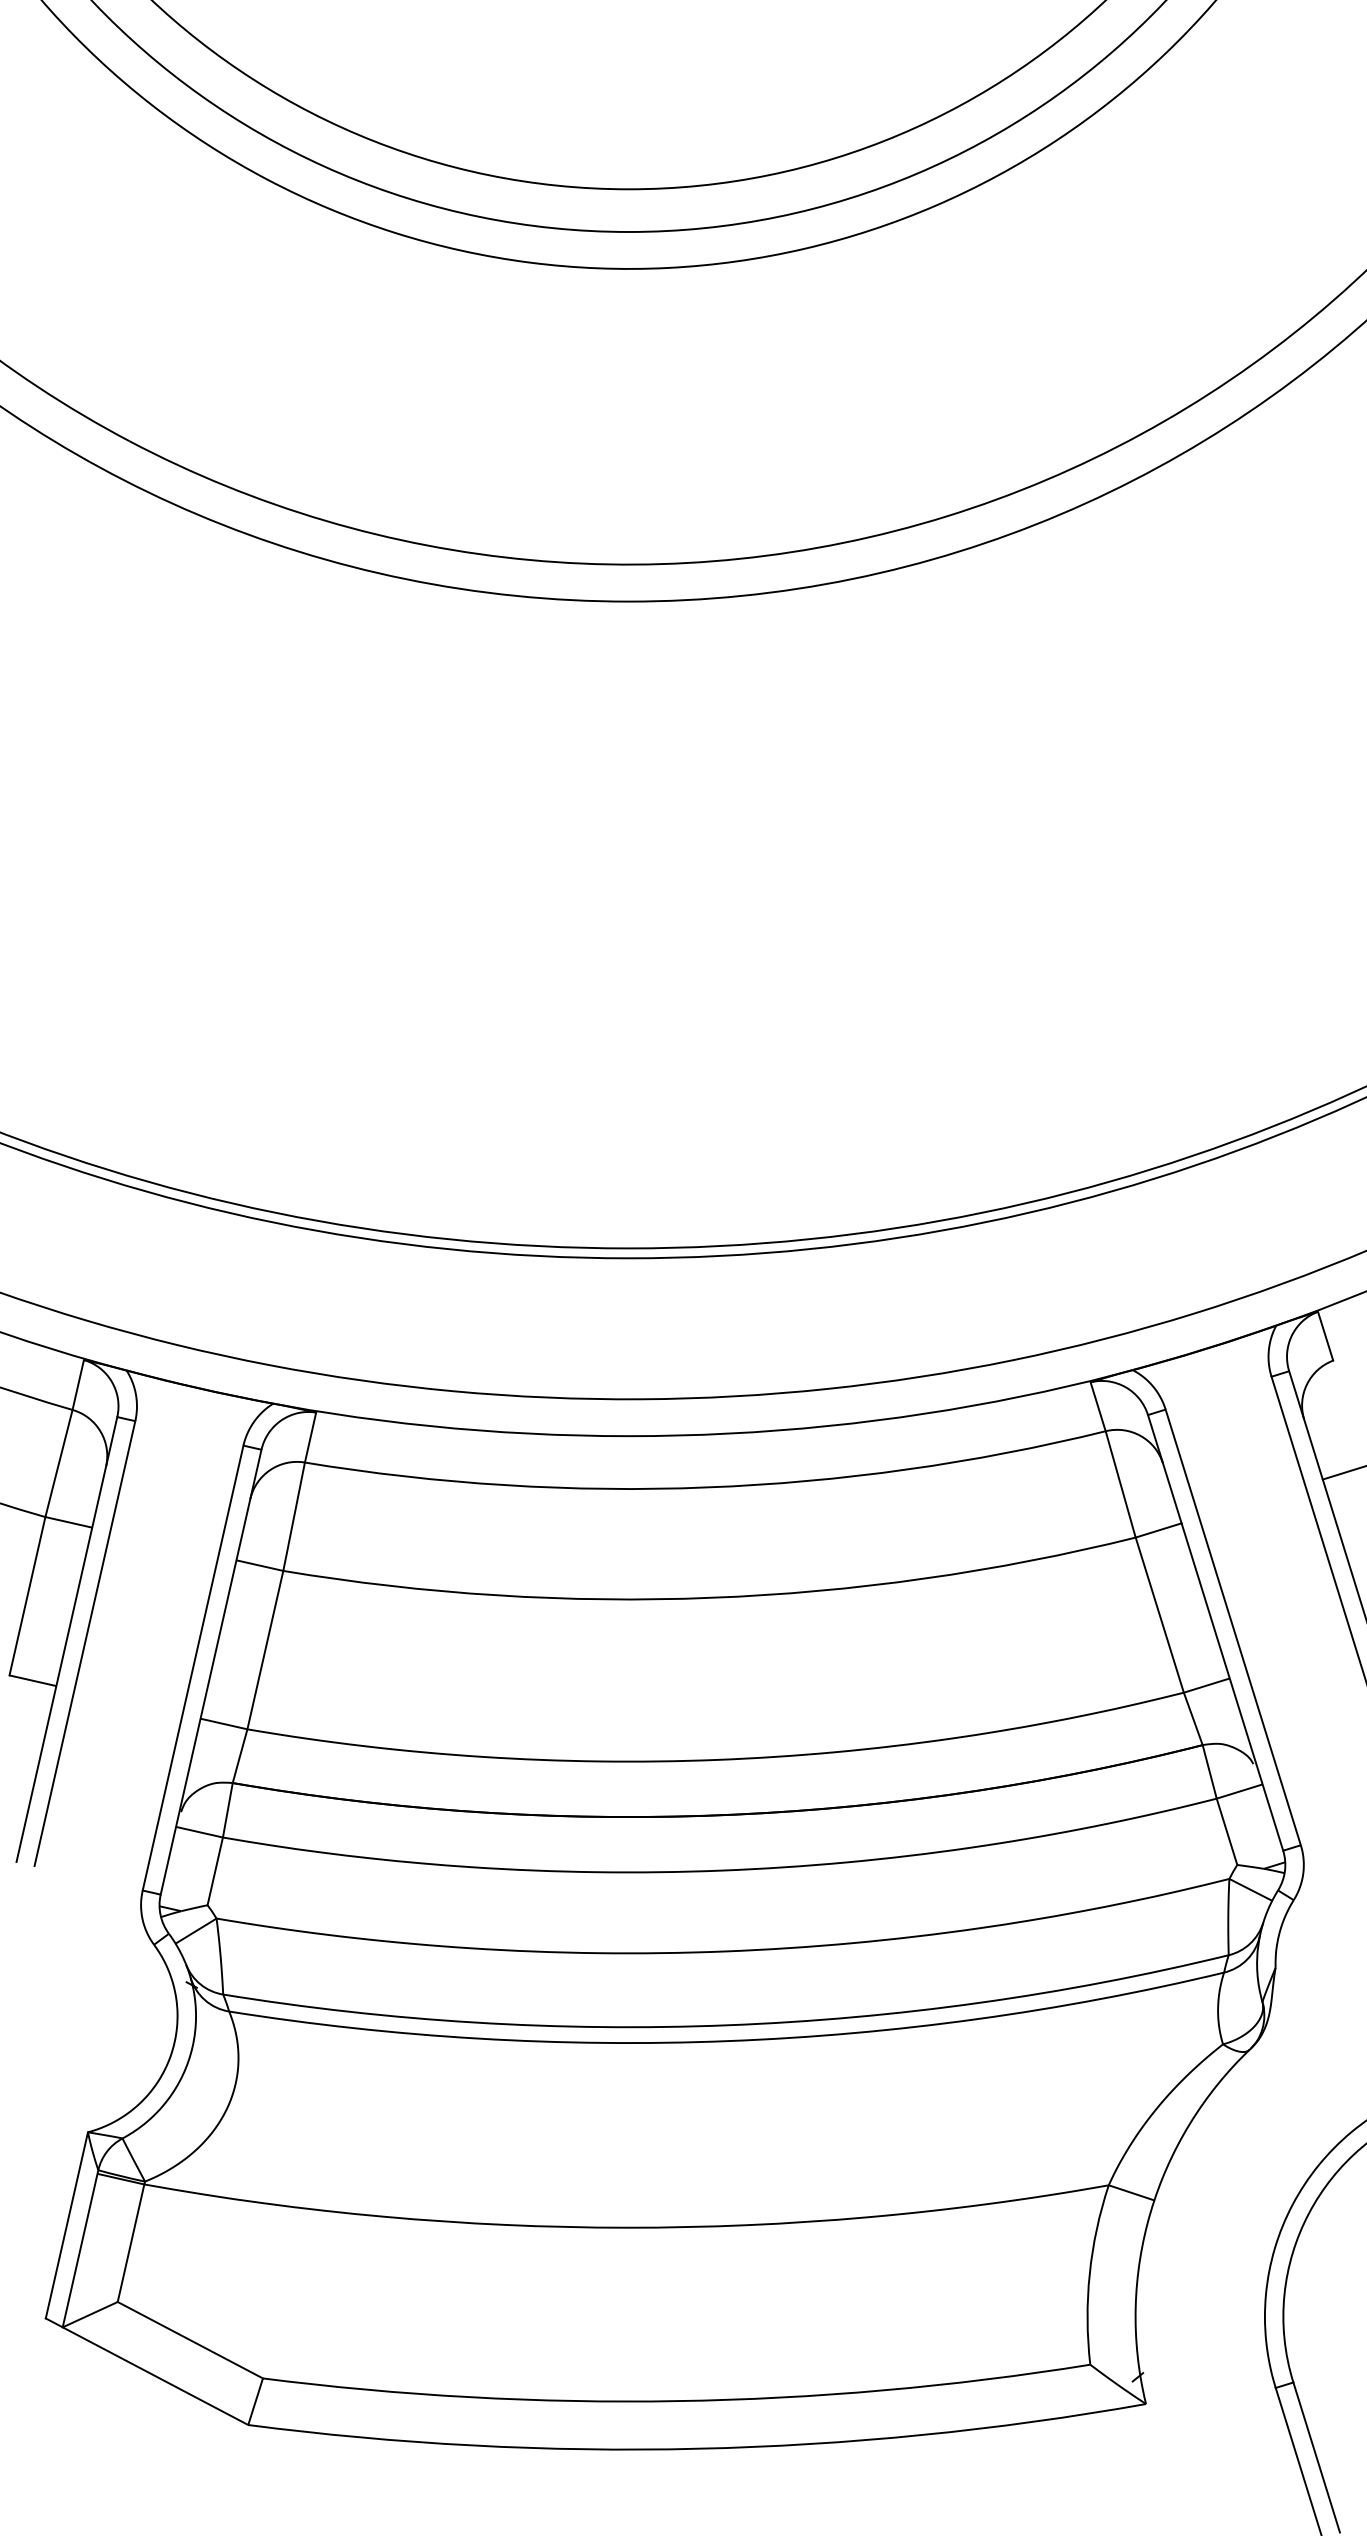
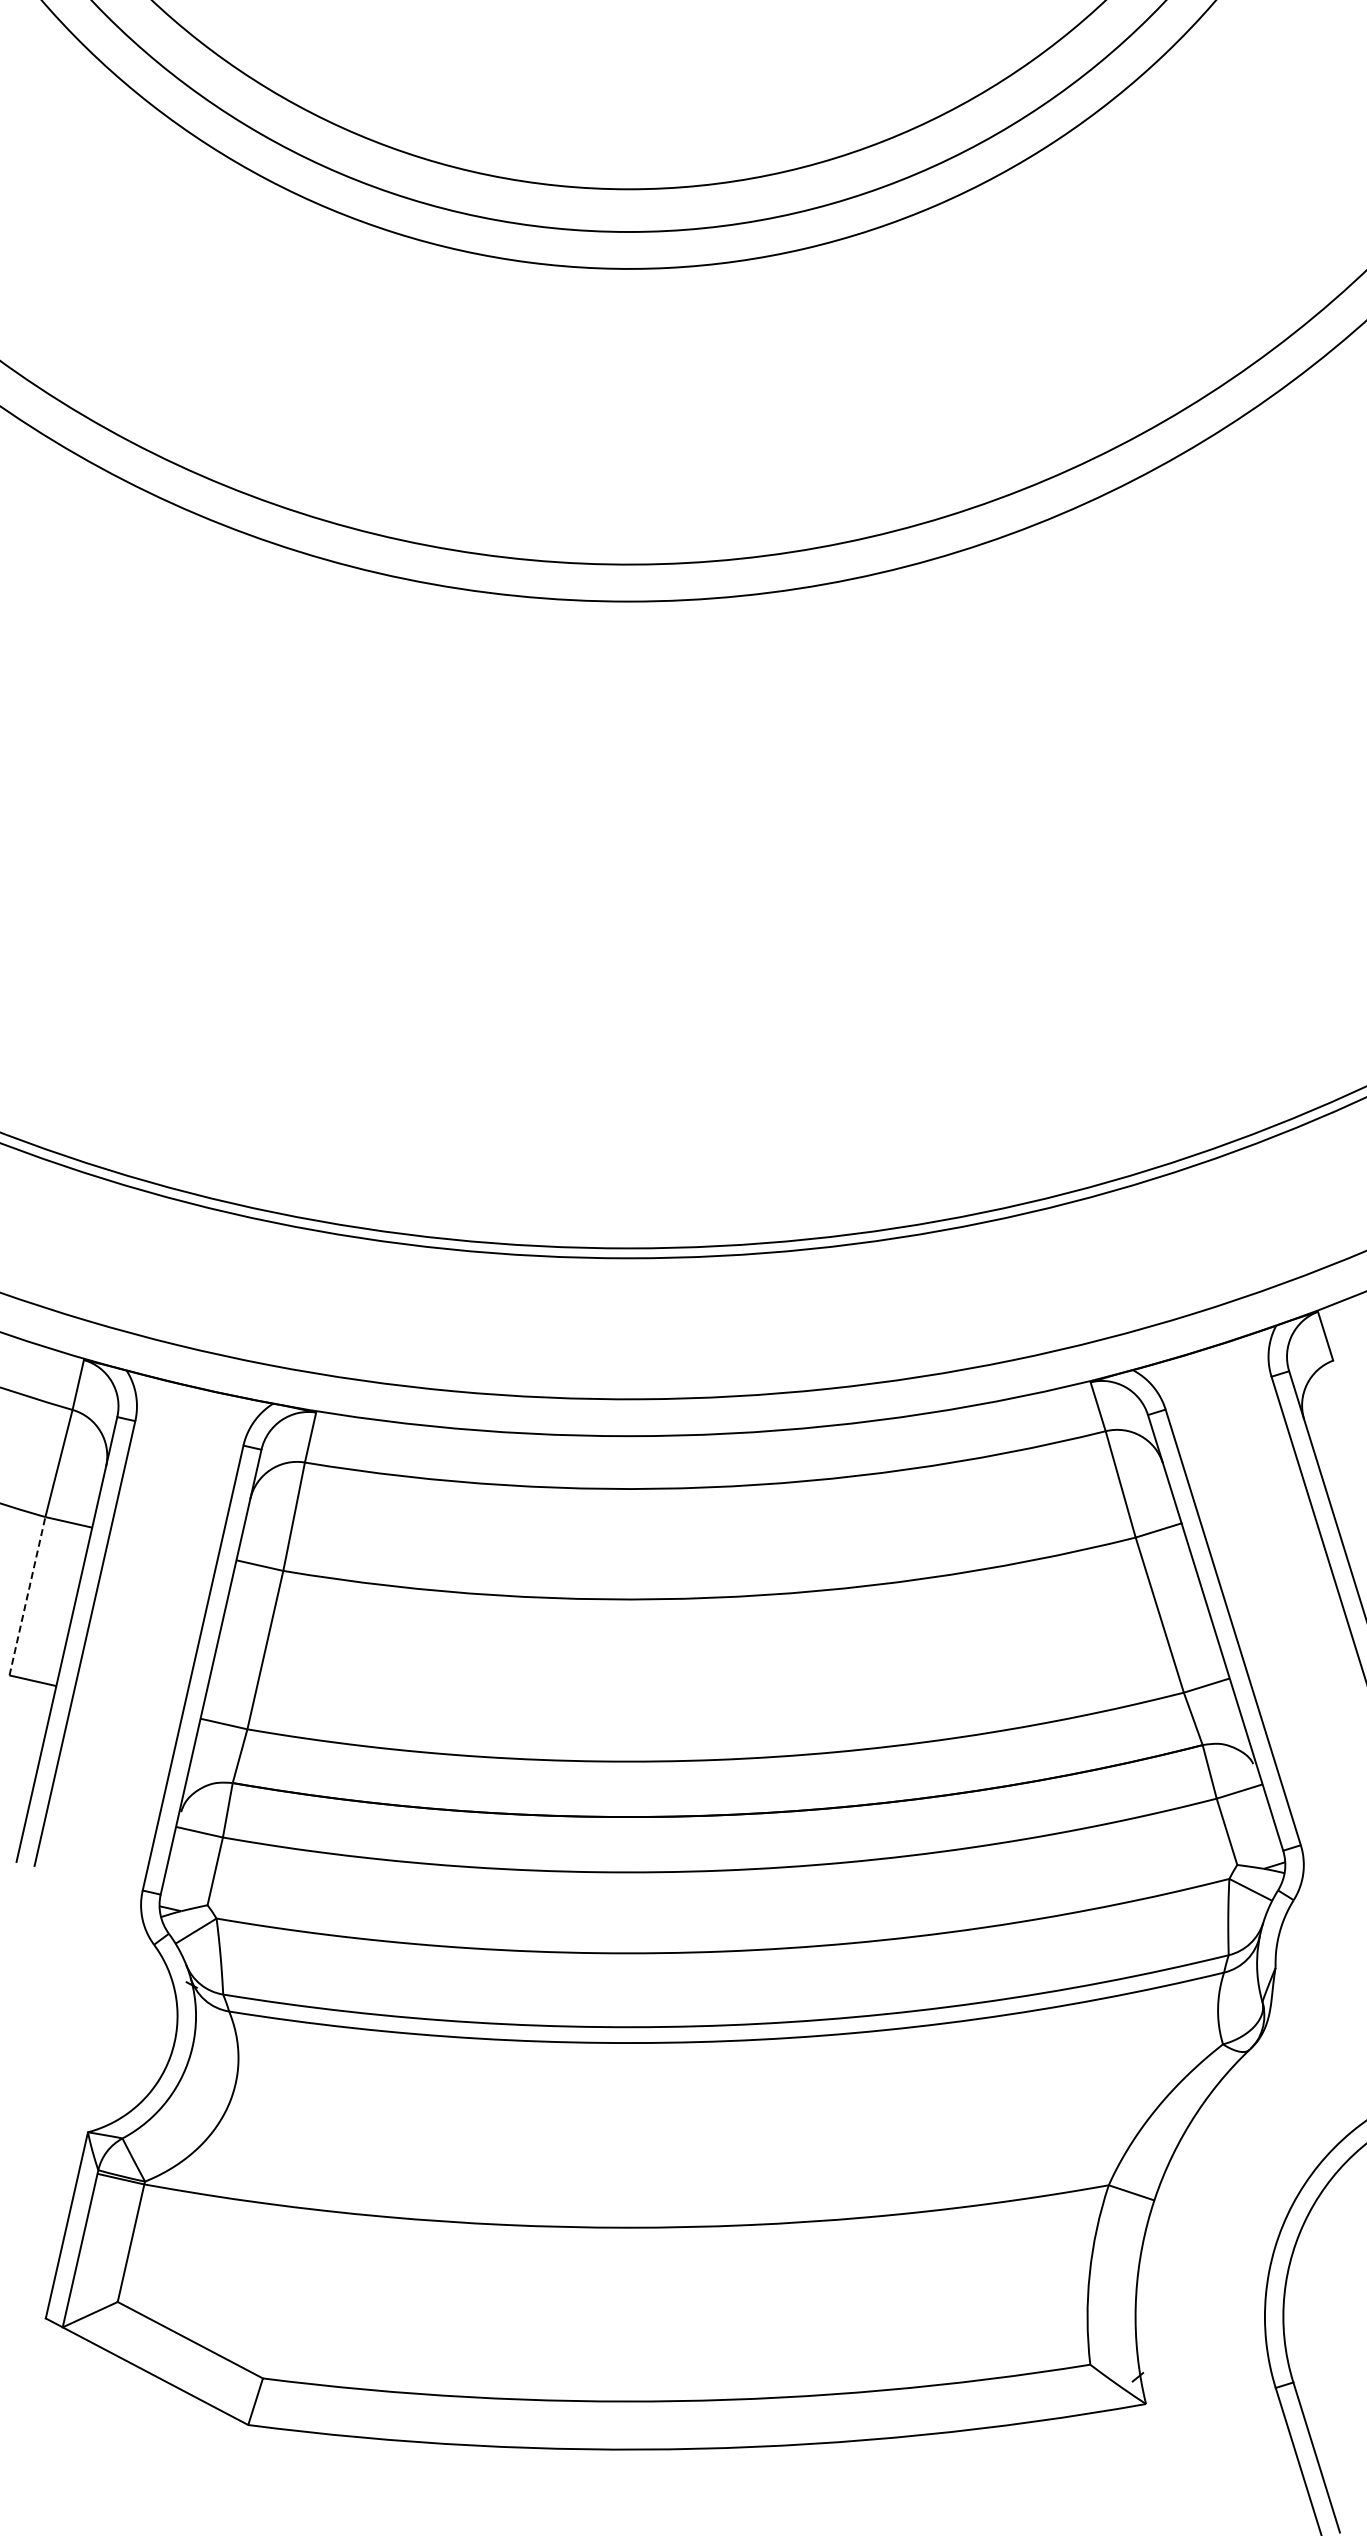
line at (1342, 1472): present -> none
line at (27, 1595): solid -> dashed
